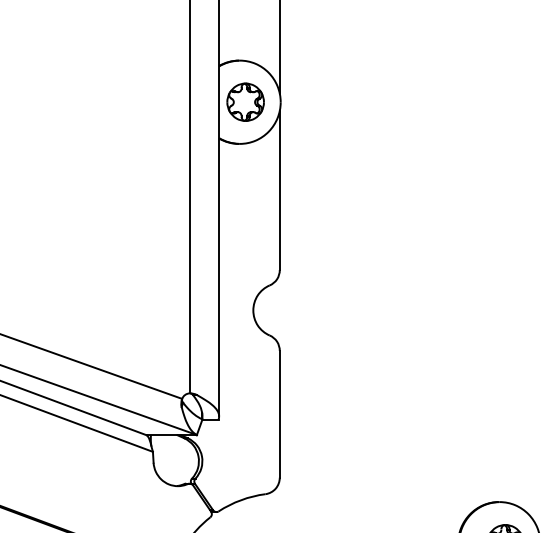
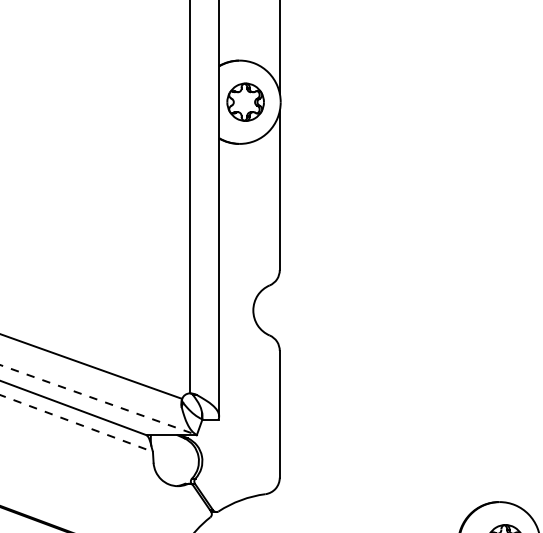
line at (99, 400): solid -> dashed
line at (77, 423): solid -> dashed
